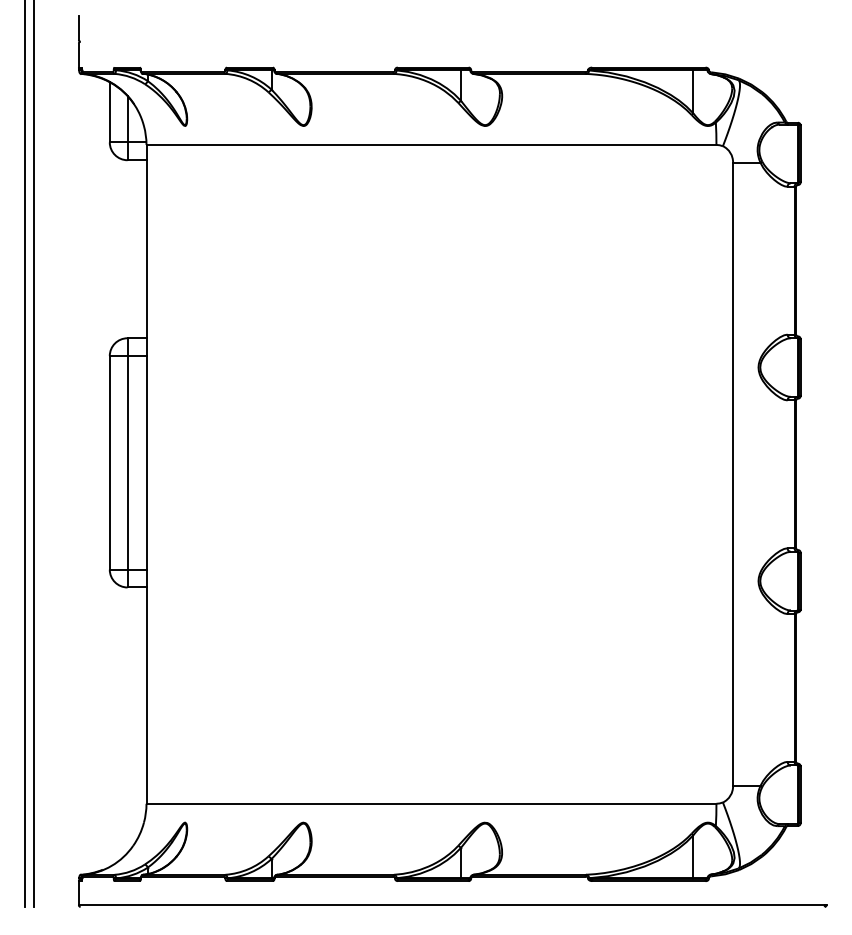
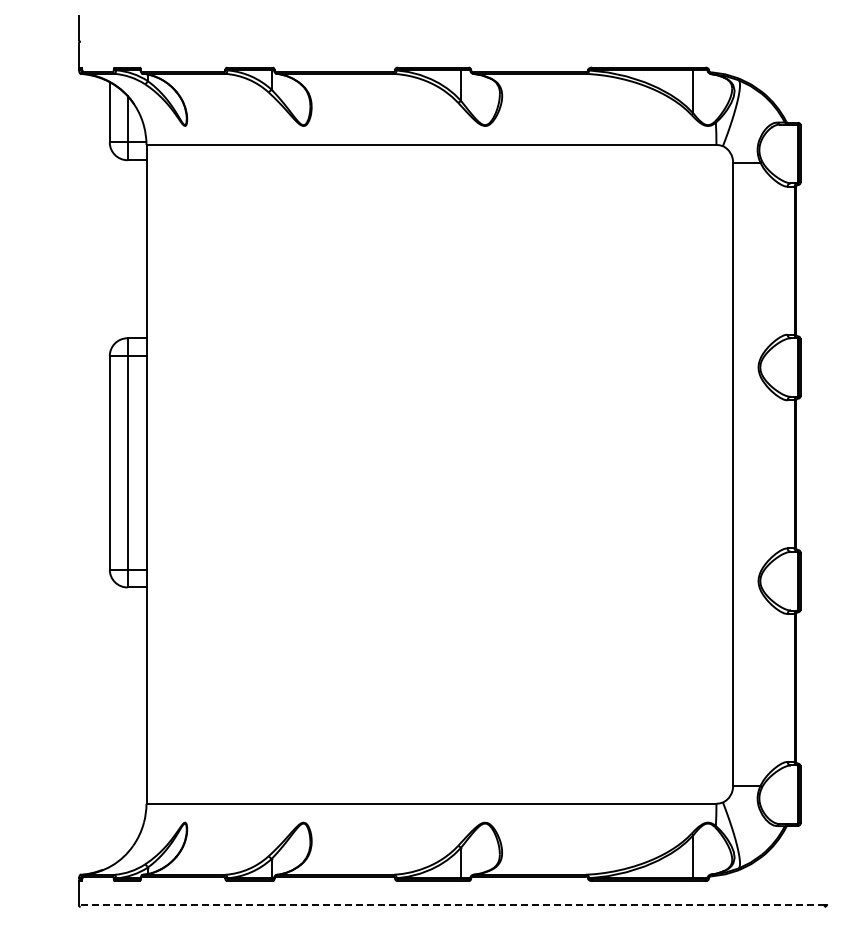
line at (25, 454): present -> none
line at (34, 454): present -> none
line at (451, 905): solid -> dashed
